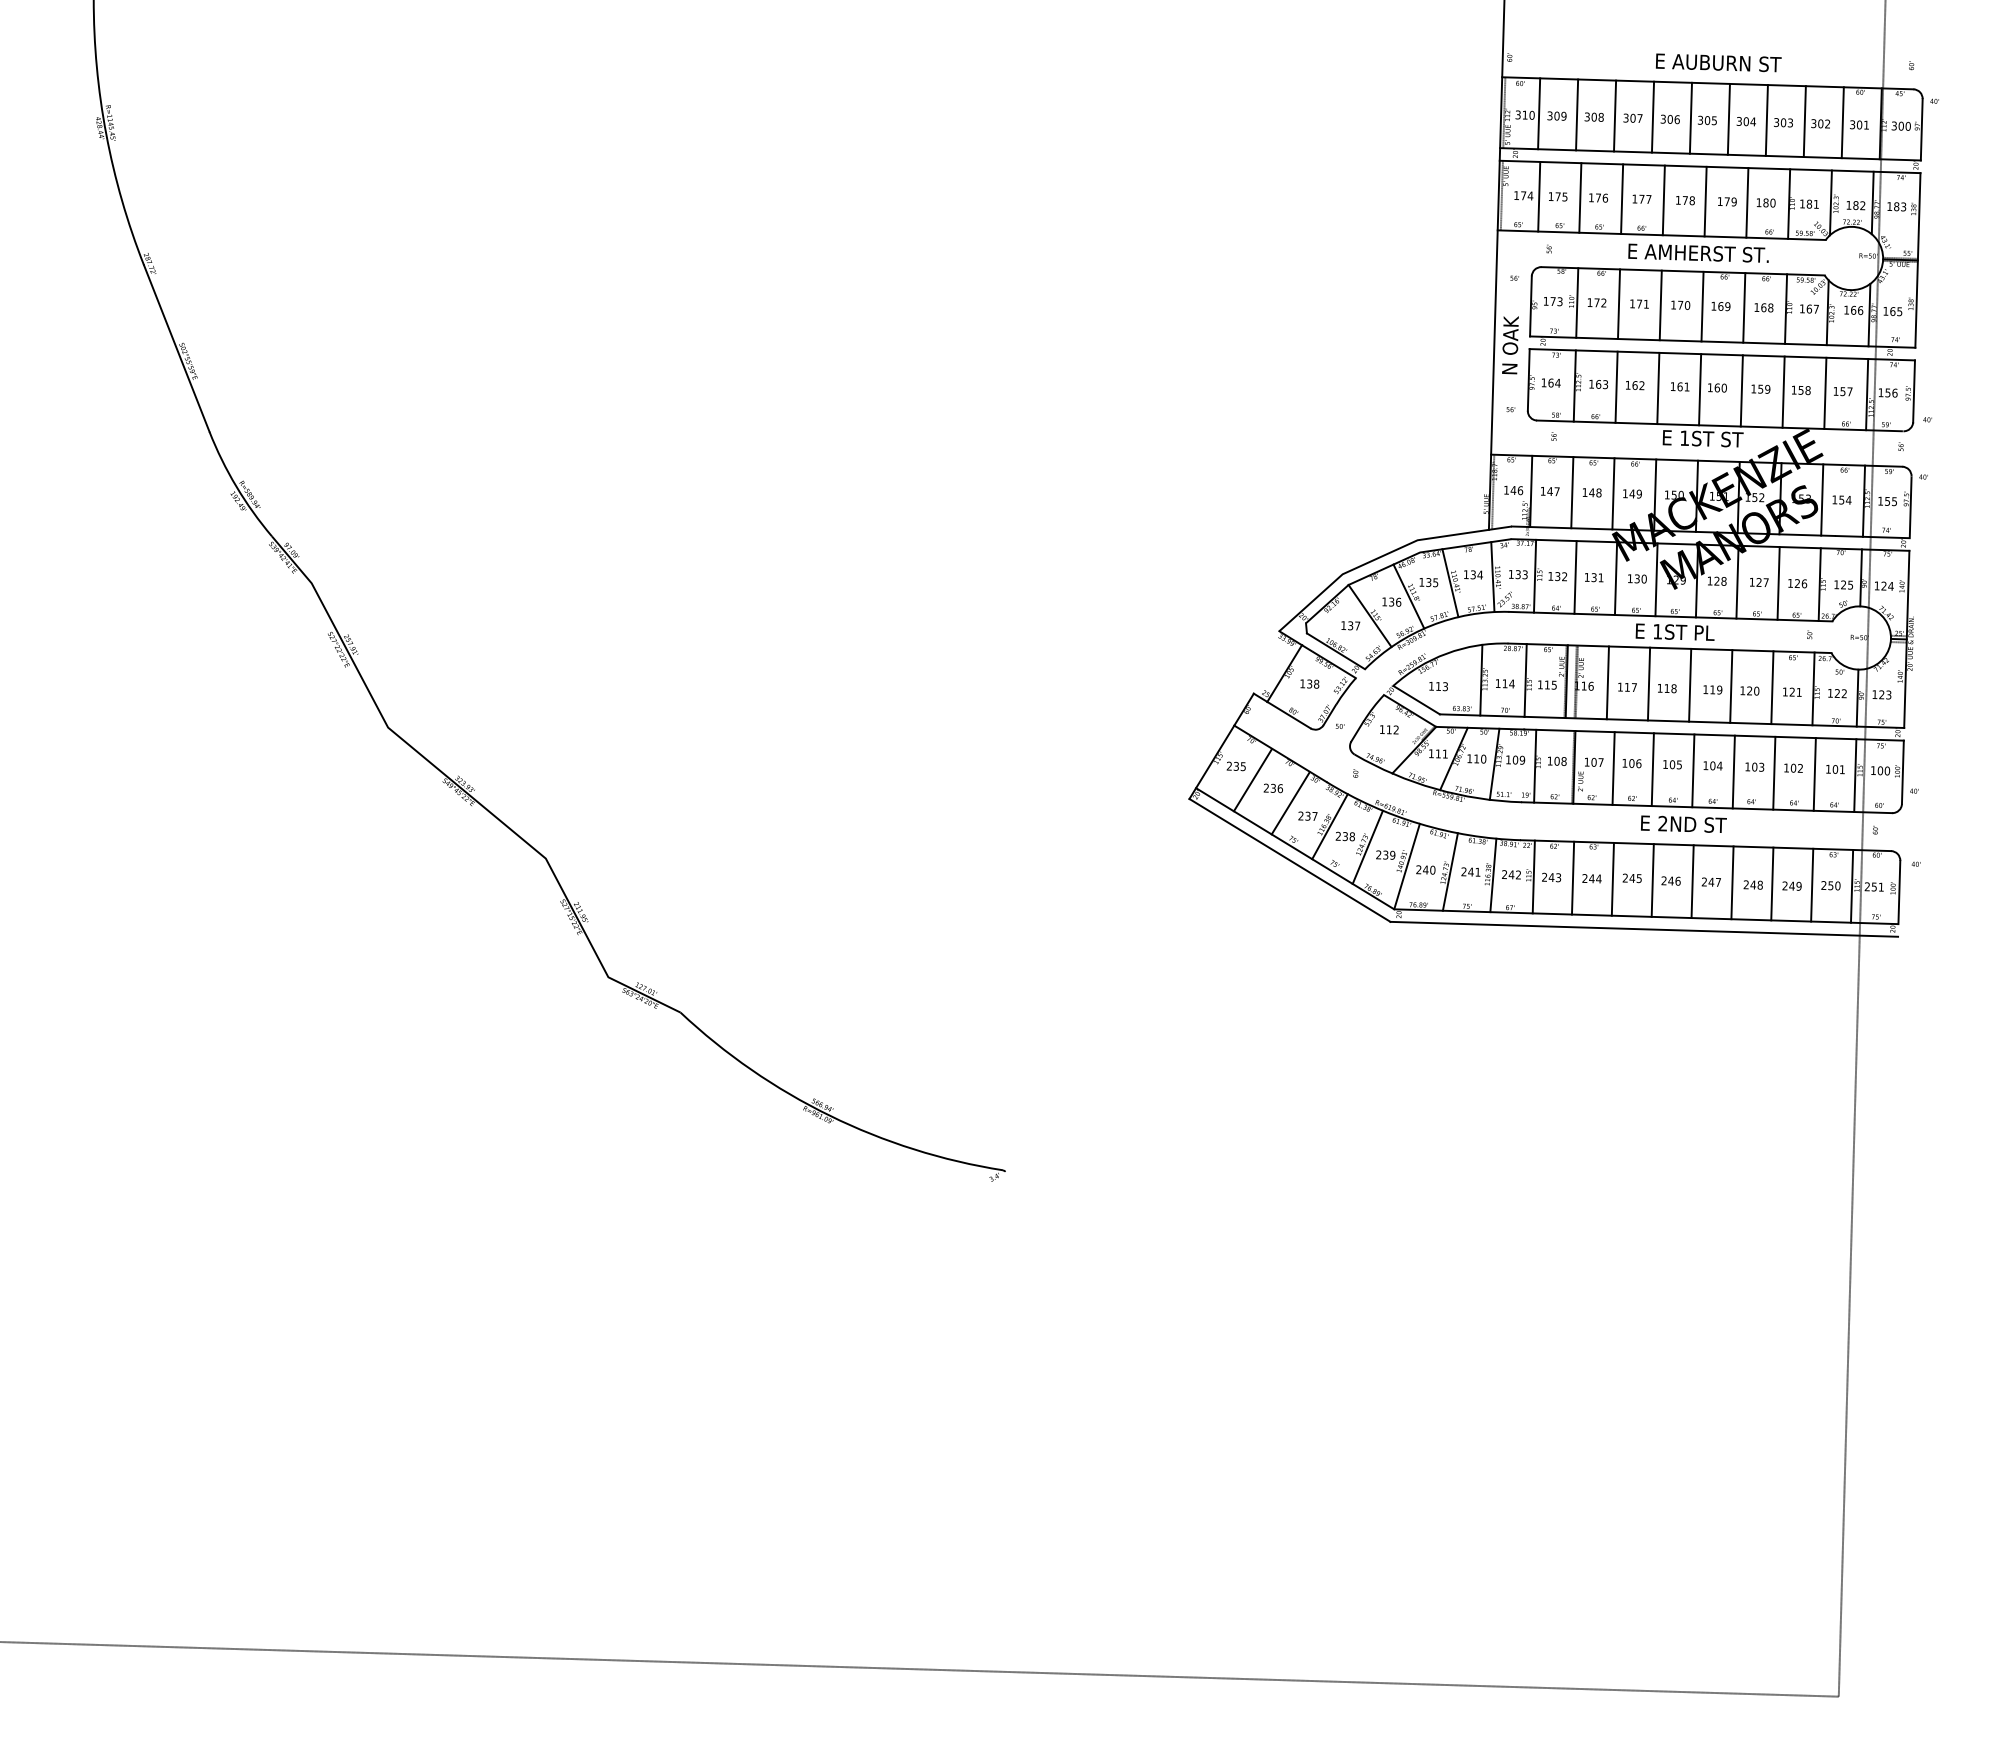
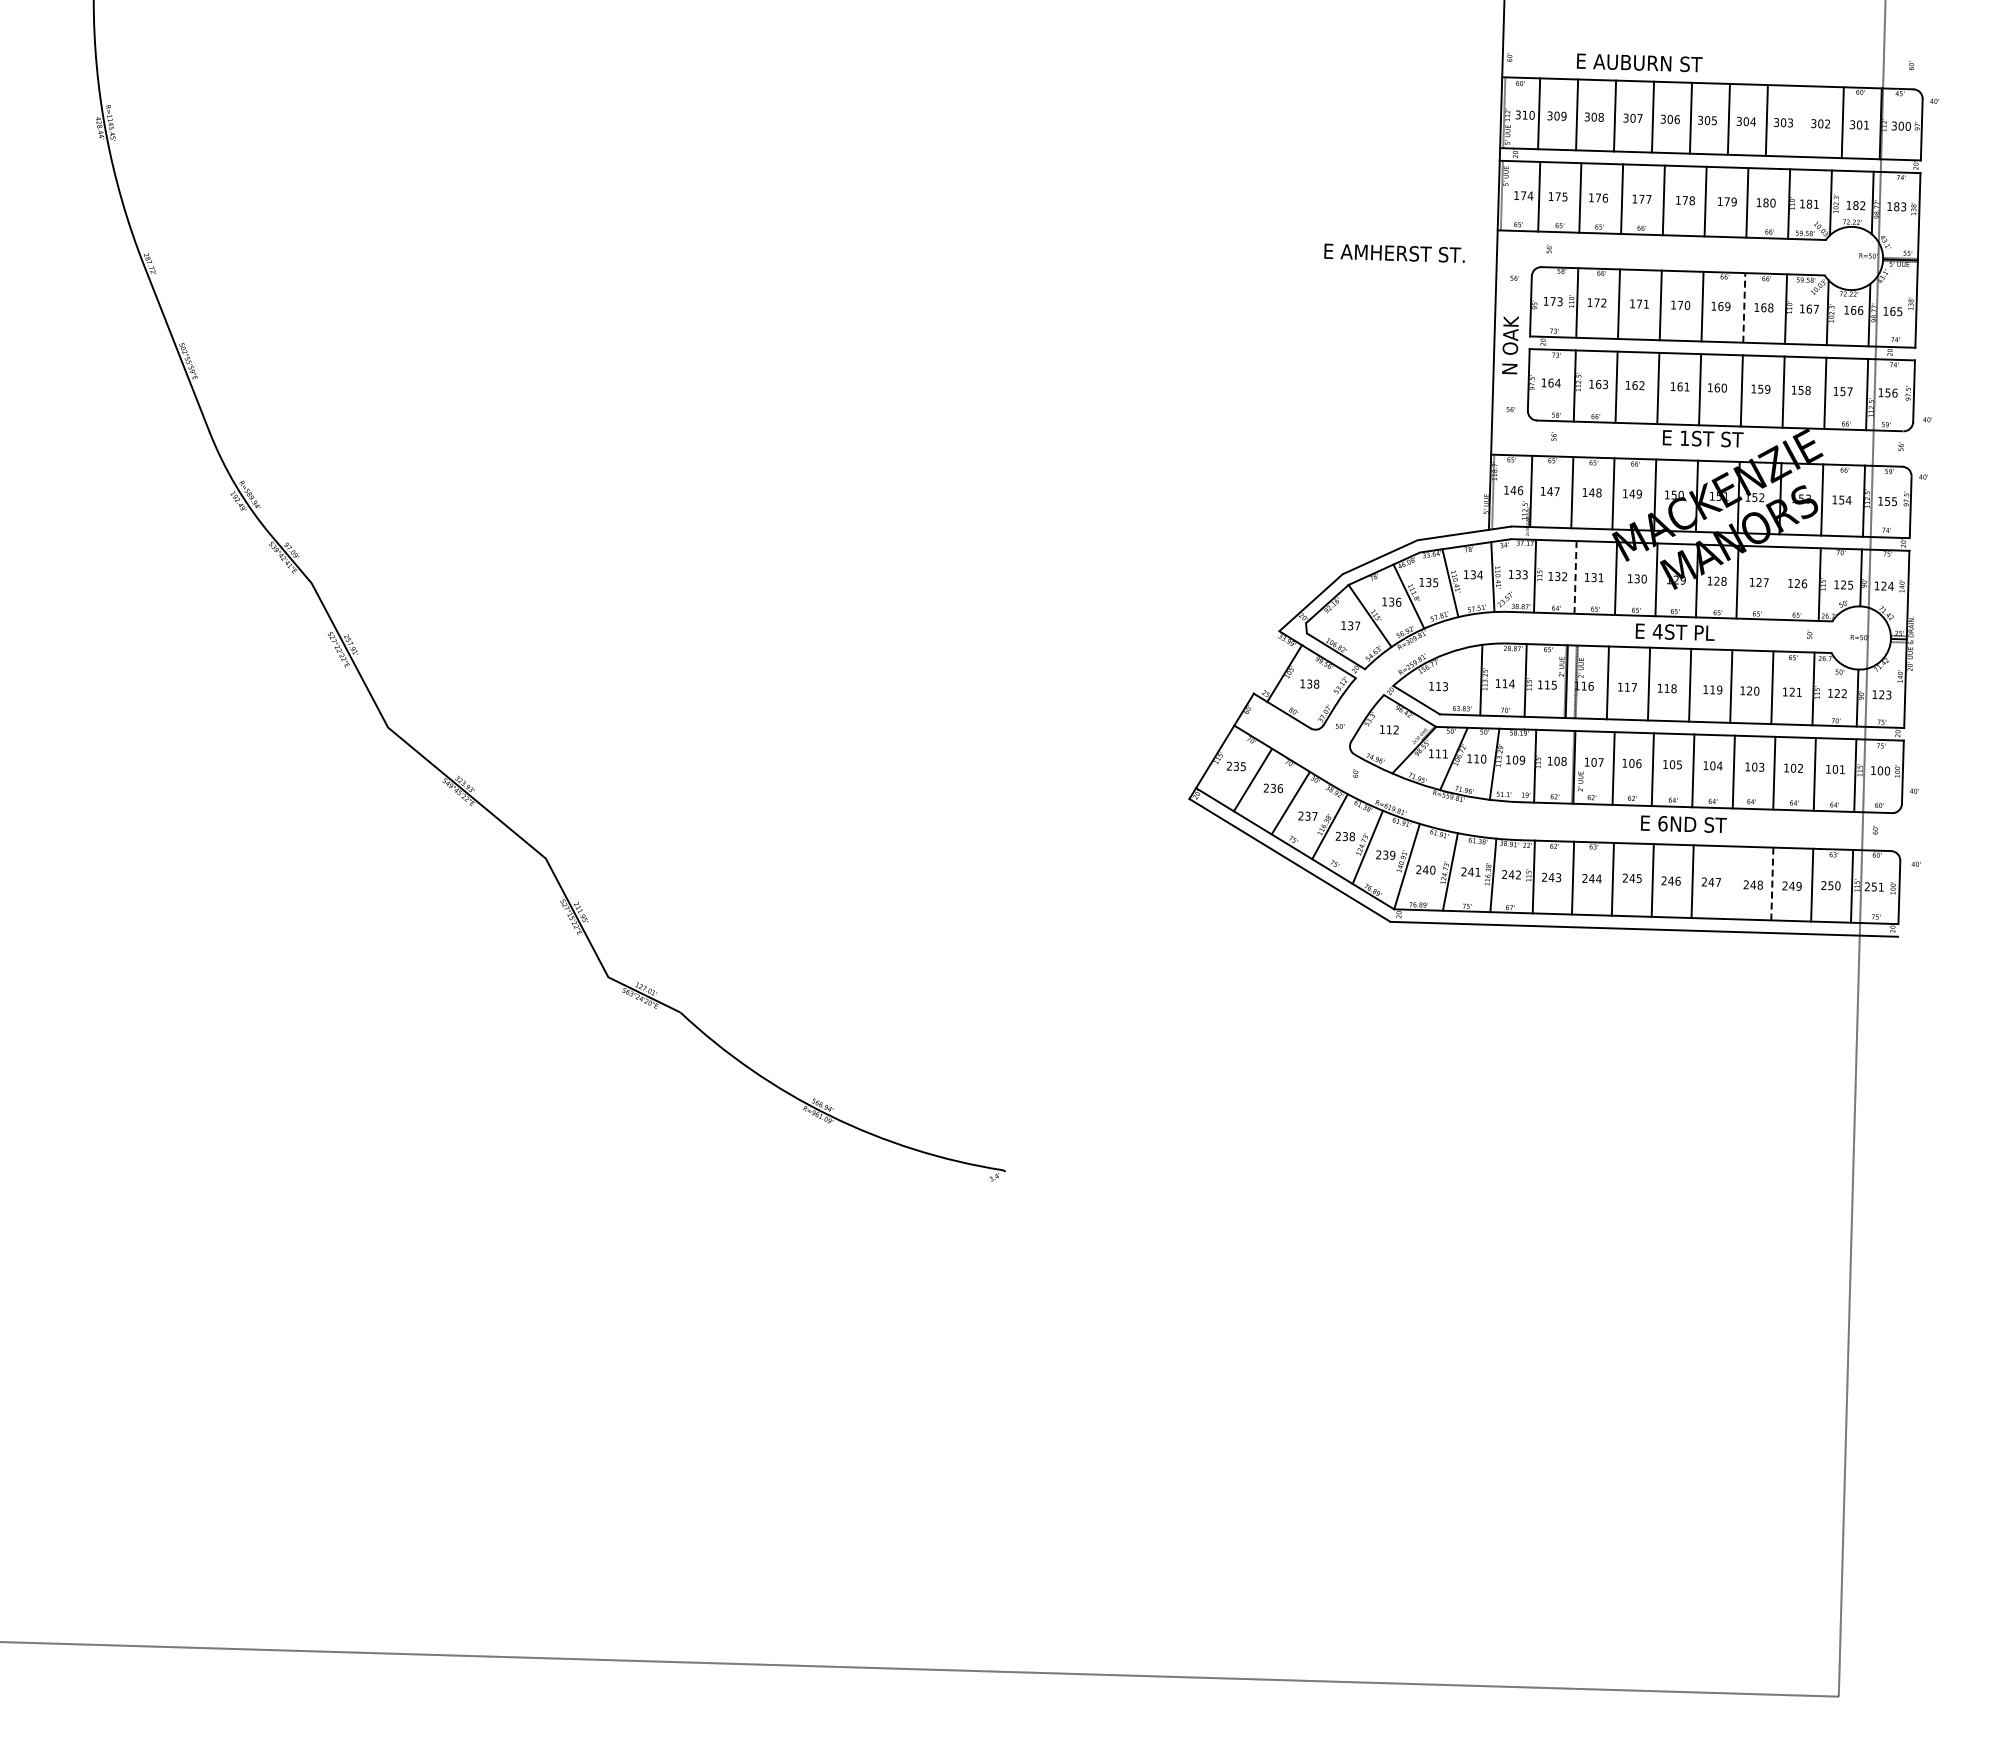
text at (1718, 62) position: (1718, 62) -> (1639, 62)
line at (1804, 121): present -> none
text at (1698, 252) position: (1698, 252) -> (1394, 252)
line at (1744, 307): solid -> dashed
line at (1575, 577): solid -> dashed
line at (1778, 583): present -> none
text at (1657, 631): 1ST -> 4ST
text at (1662, 823): 2ND -> 6ND
line at (1732, 882): present -> none
line at (1772, 884): solid -> dashed
